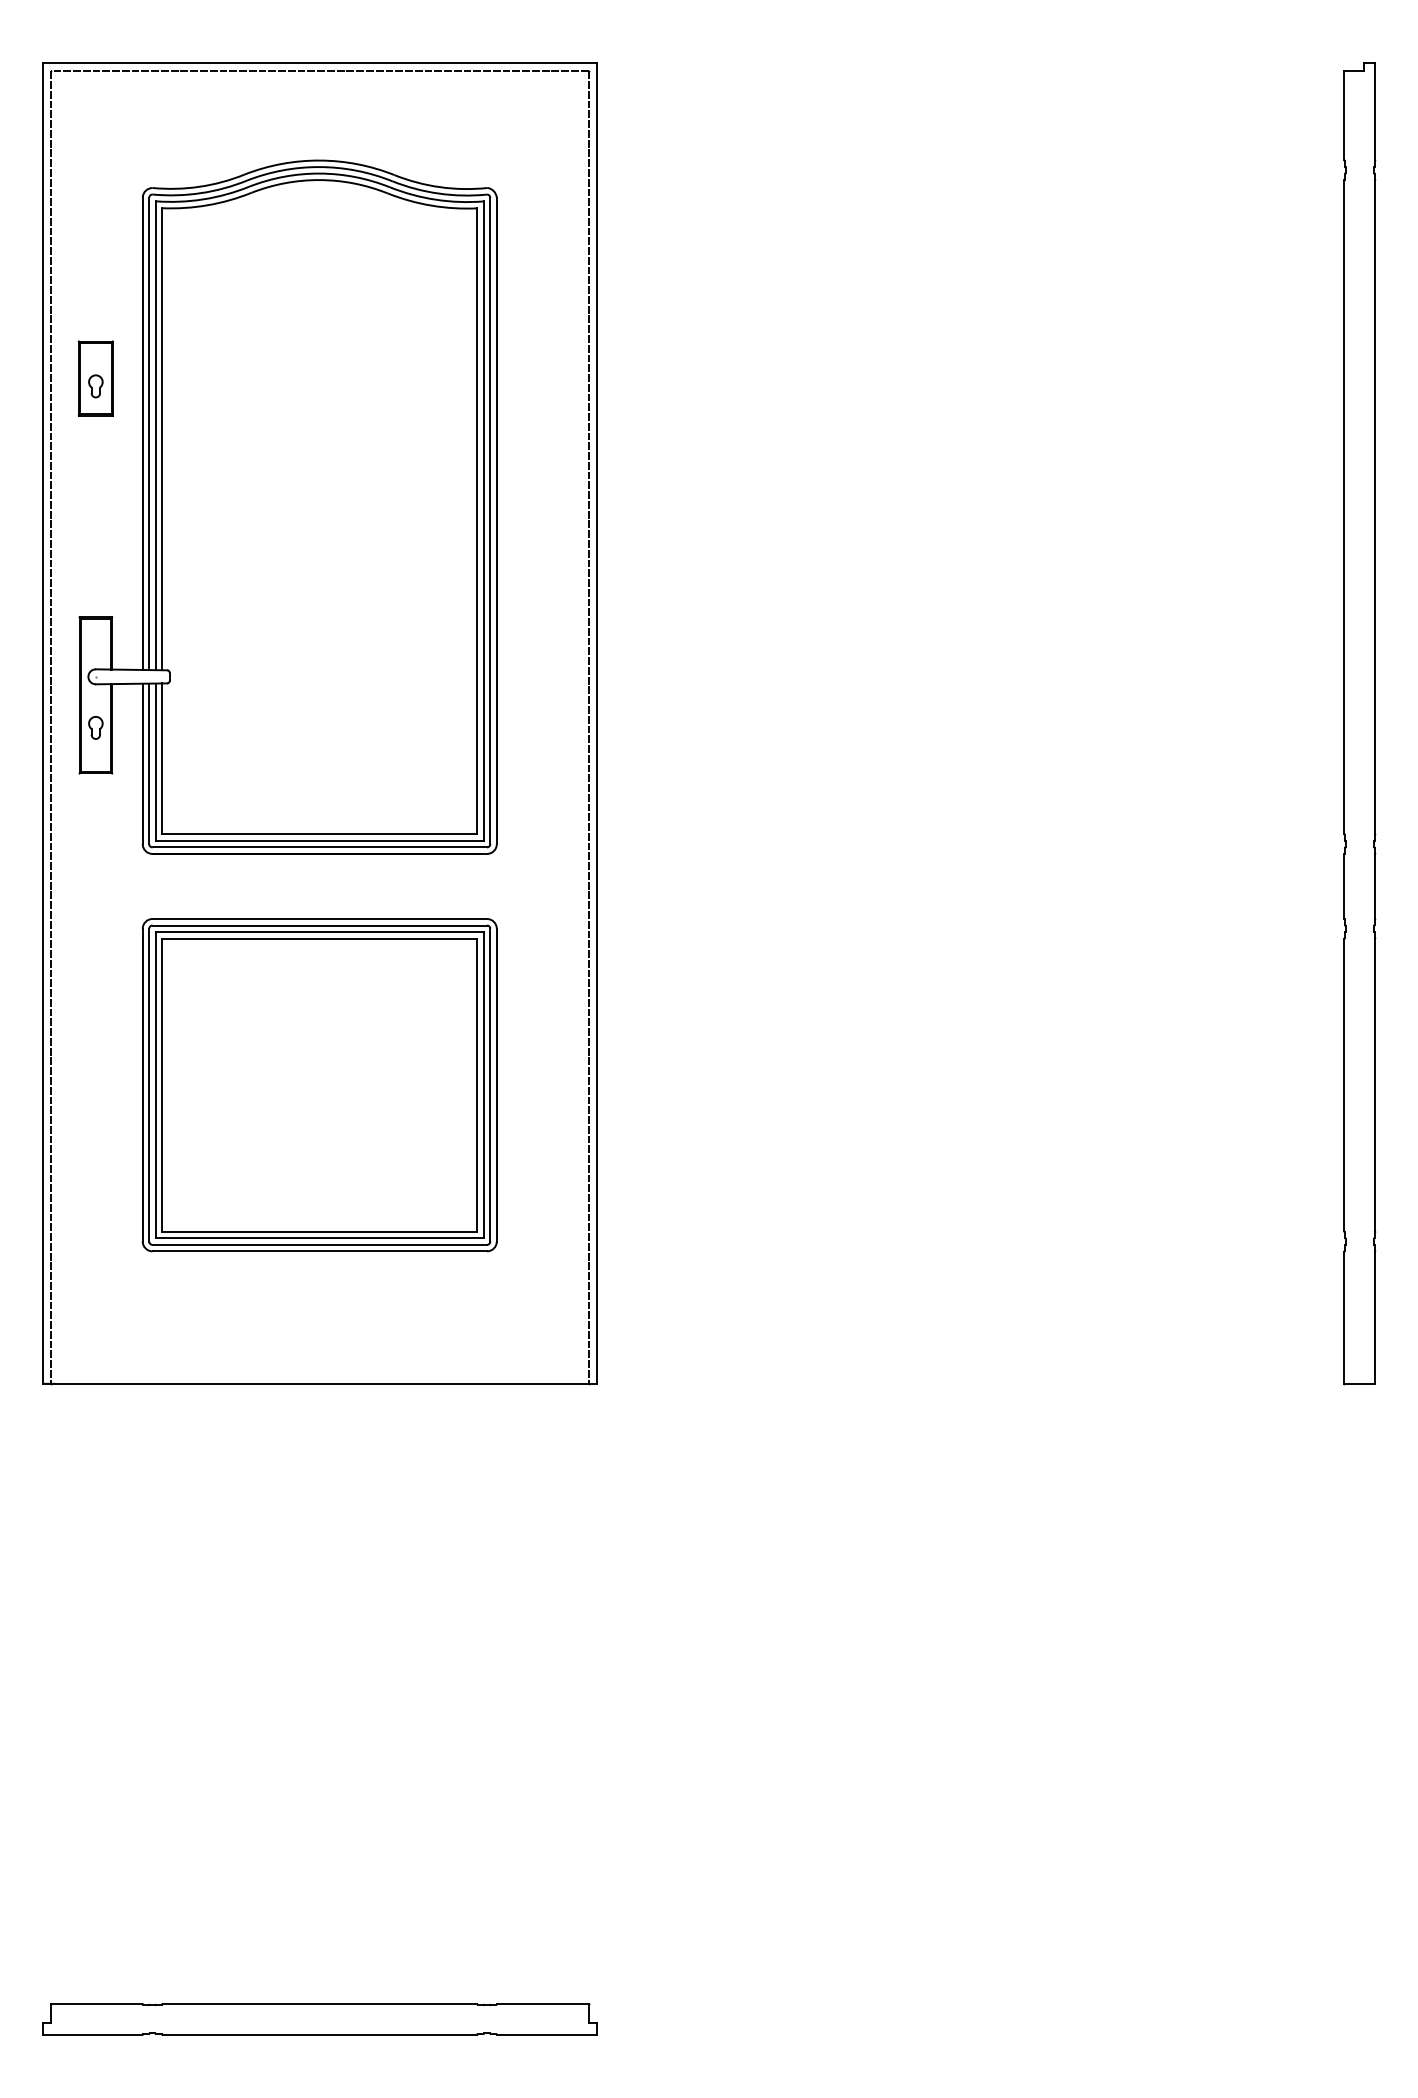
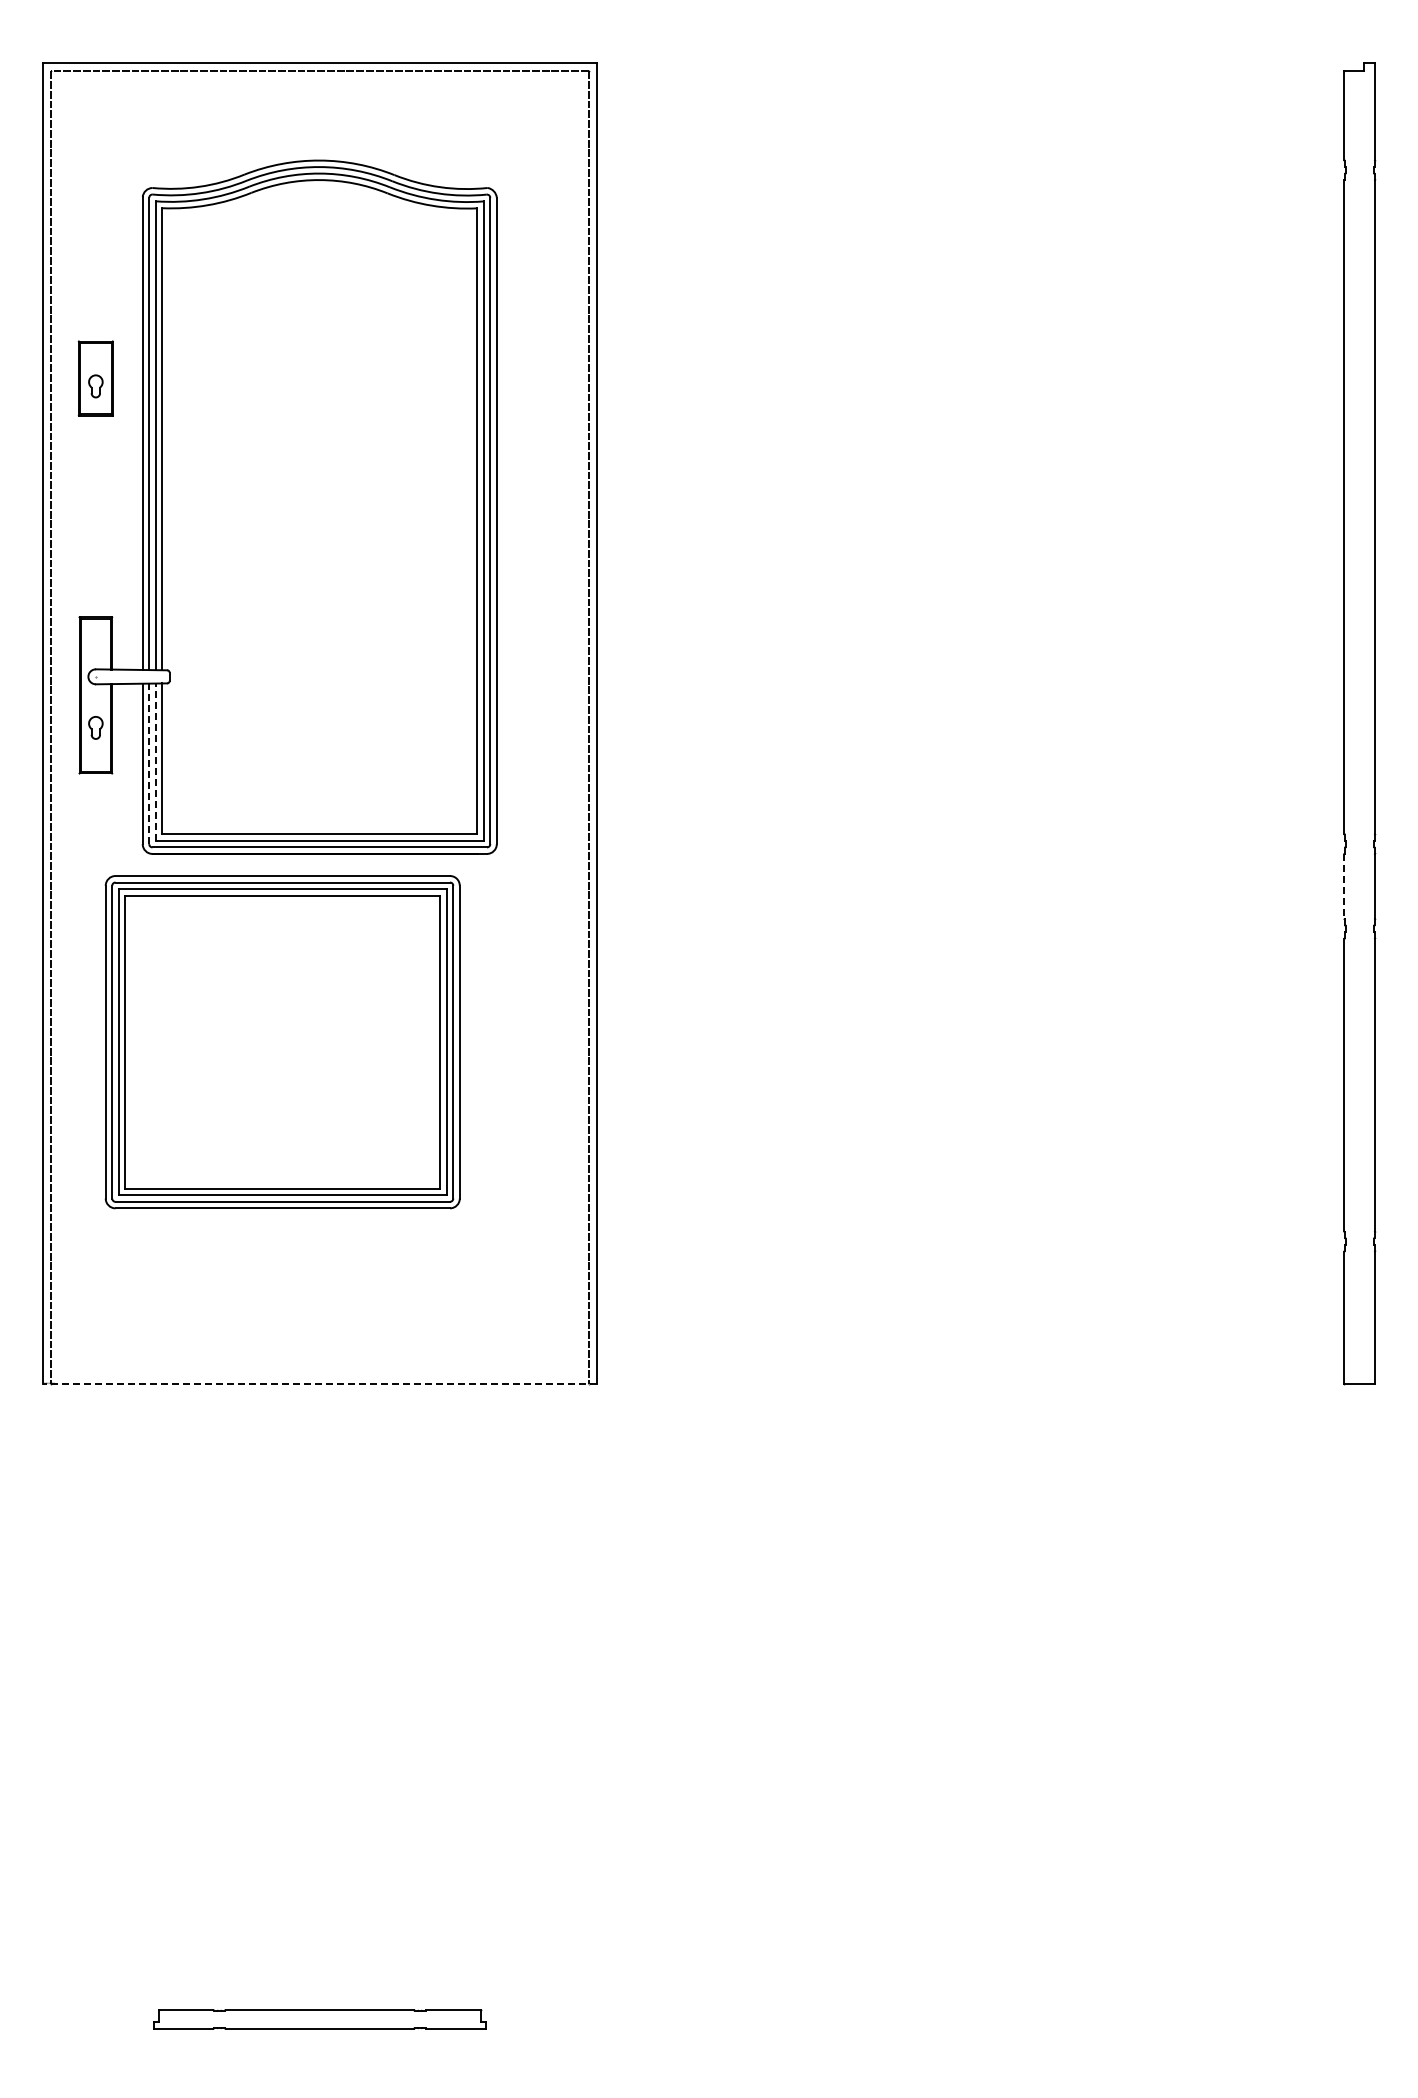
line at (155, 762): solid -> dashed
line at (149, 763): solid -> dashed
line at (1344, 886): solid -> dashed
part at (319, 1085) position: (319, 1085) -> (282, 1042)
line at (319, 1384): solid -> dashed
part at (319, 2019) size: 556x33 px -> 334x21 px
